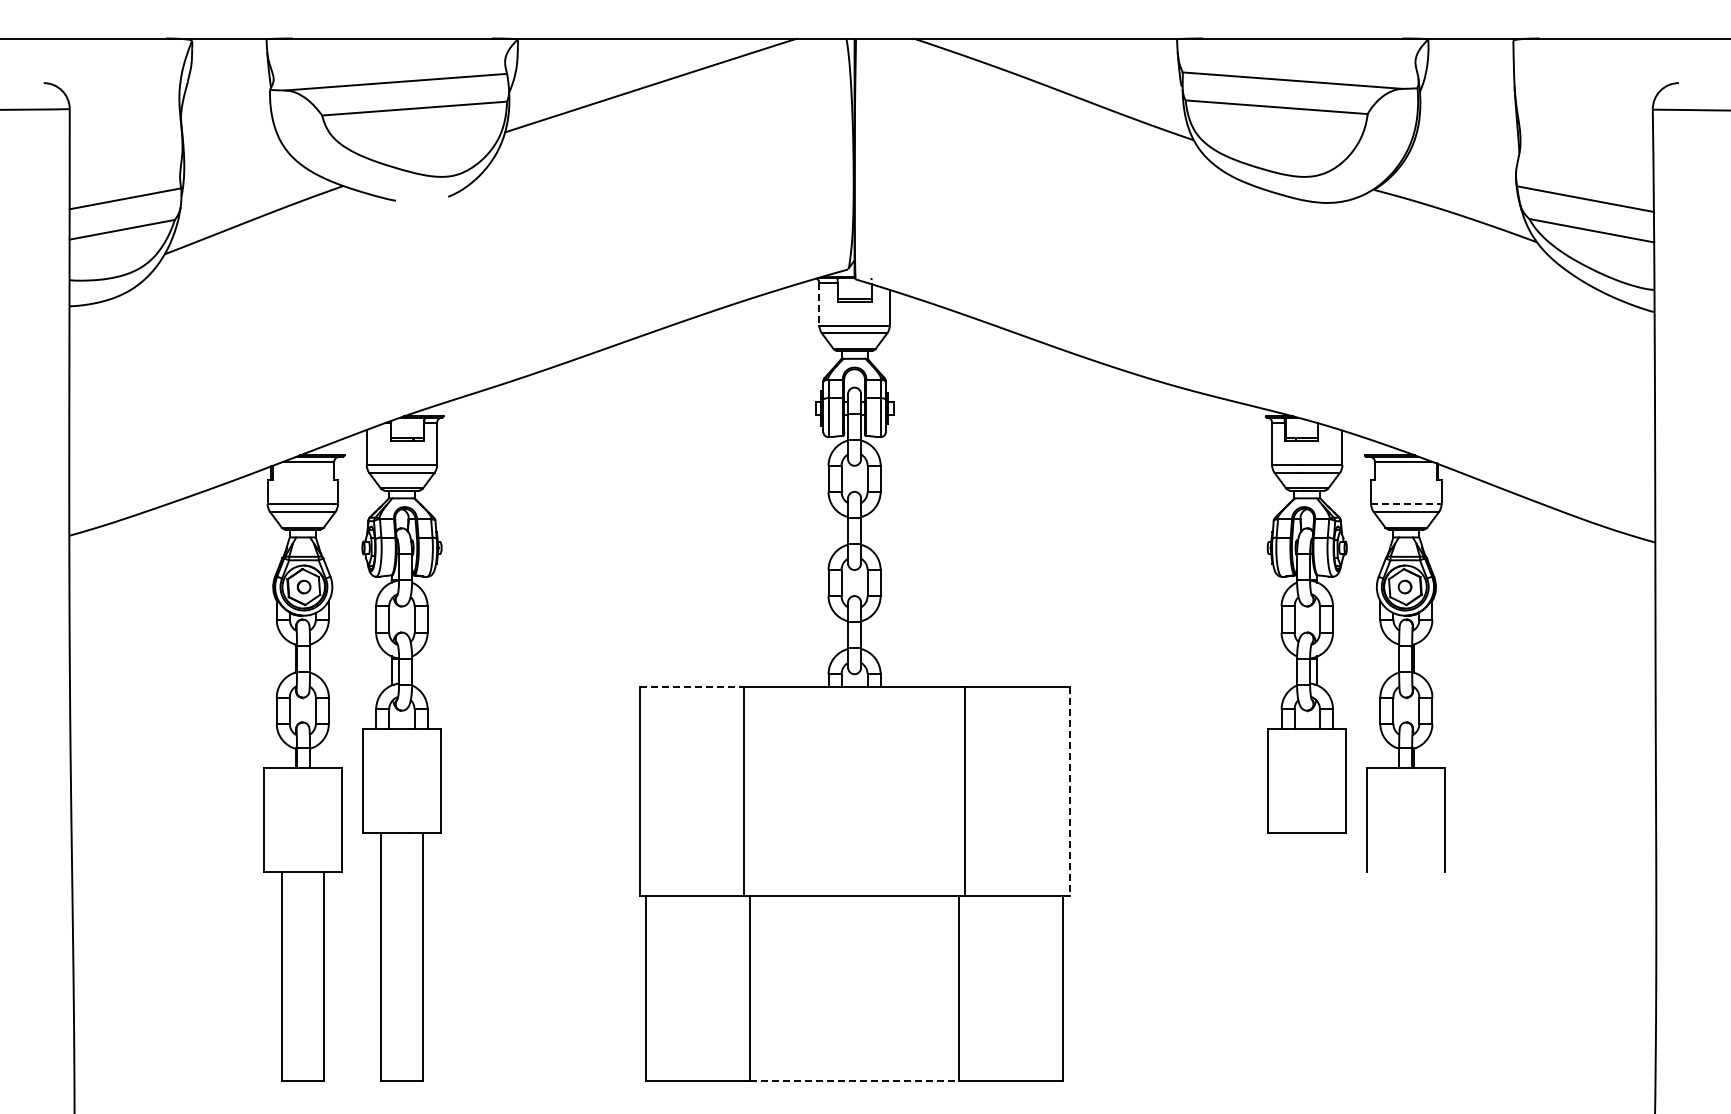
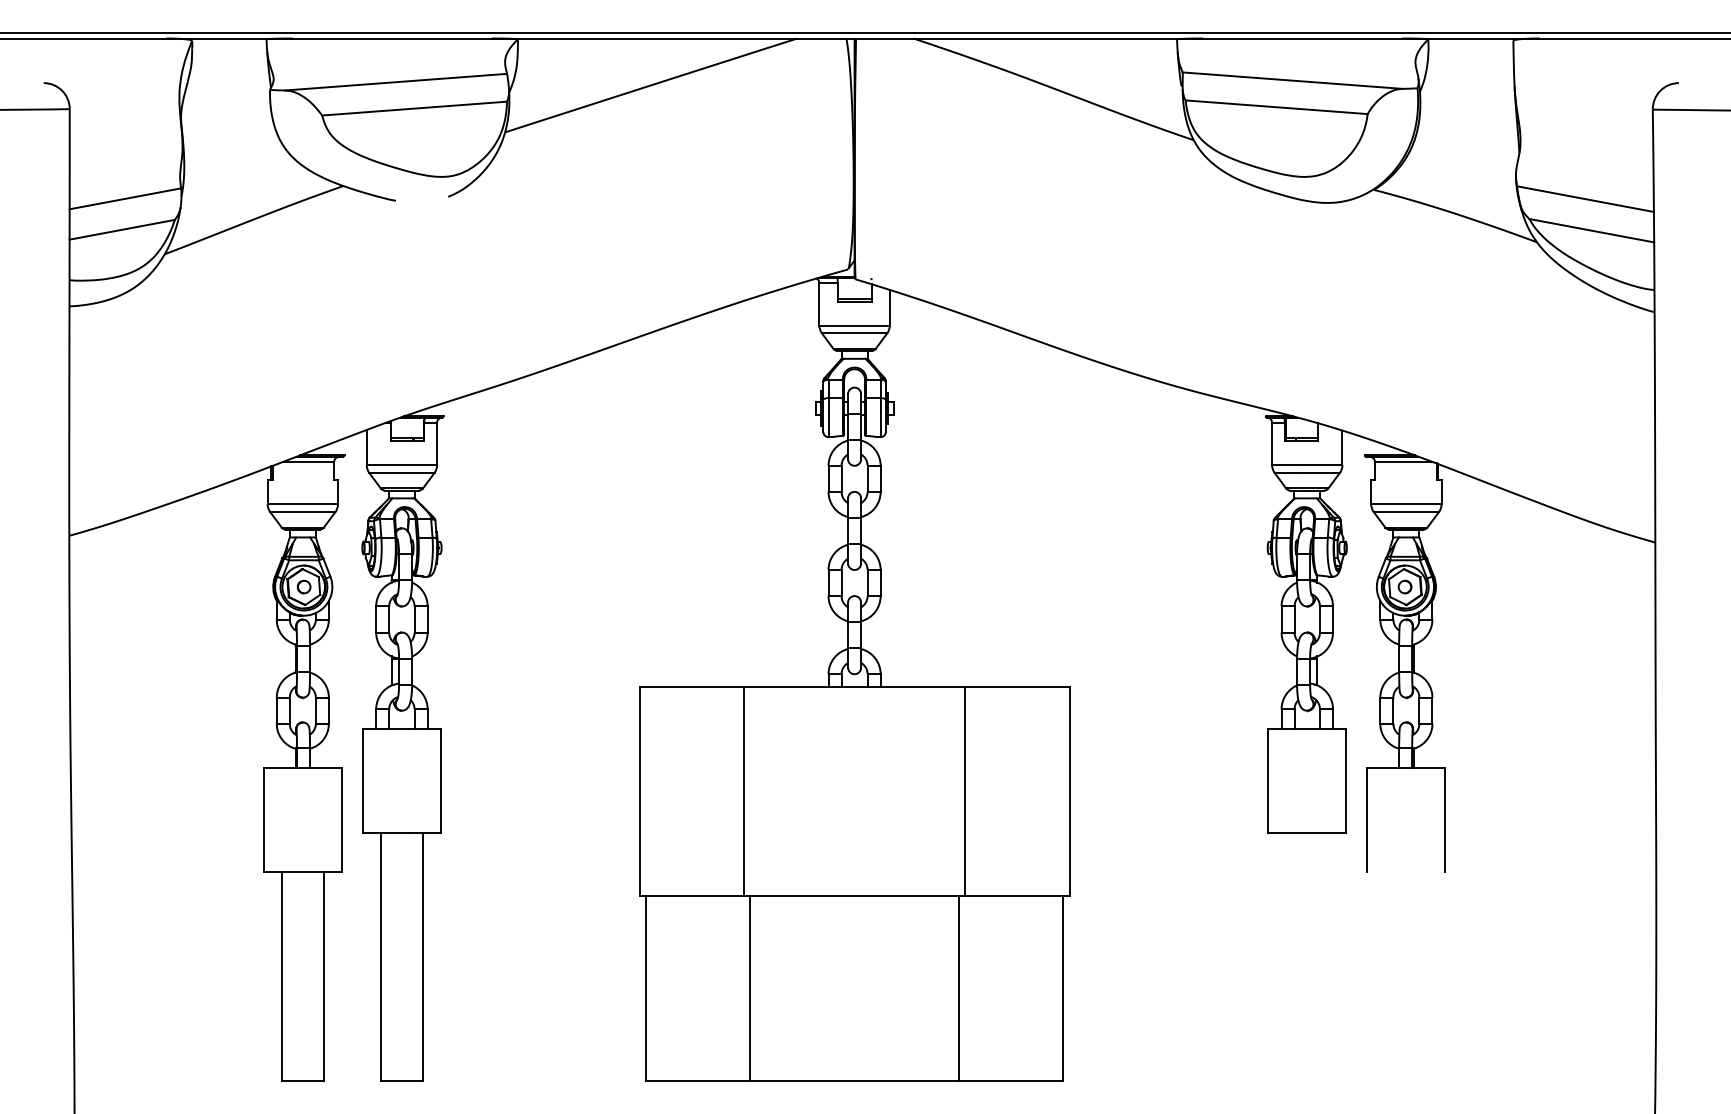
line at (864, 33): none -> present
line at (819, 304): dashed -> solid
line at (1406, 504): dashed -> solid
line at (692, 687): dashed -> solid
line at (1069, 791): dashed -> solid
line at (855, 1080): dashed -> solid
